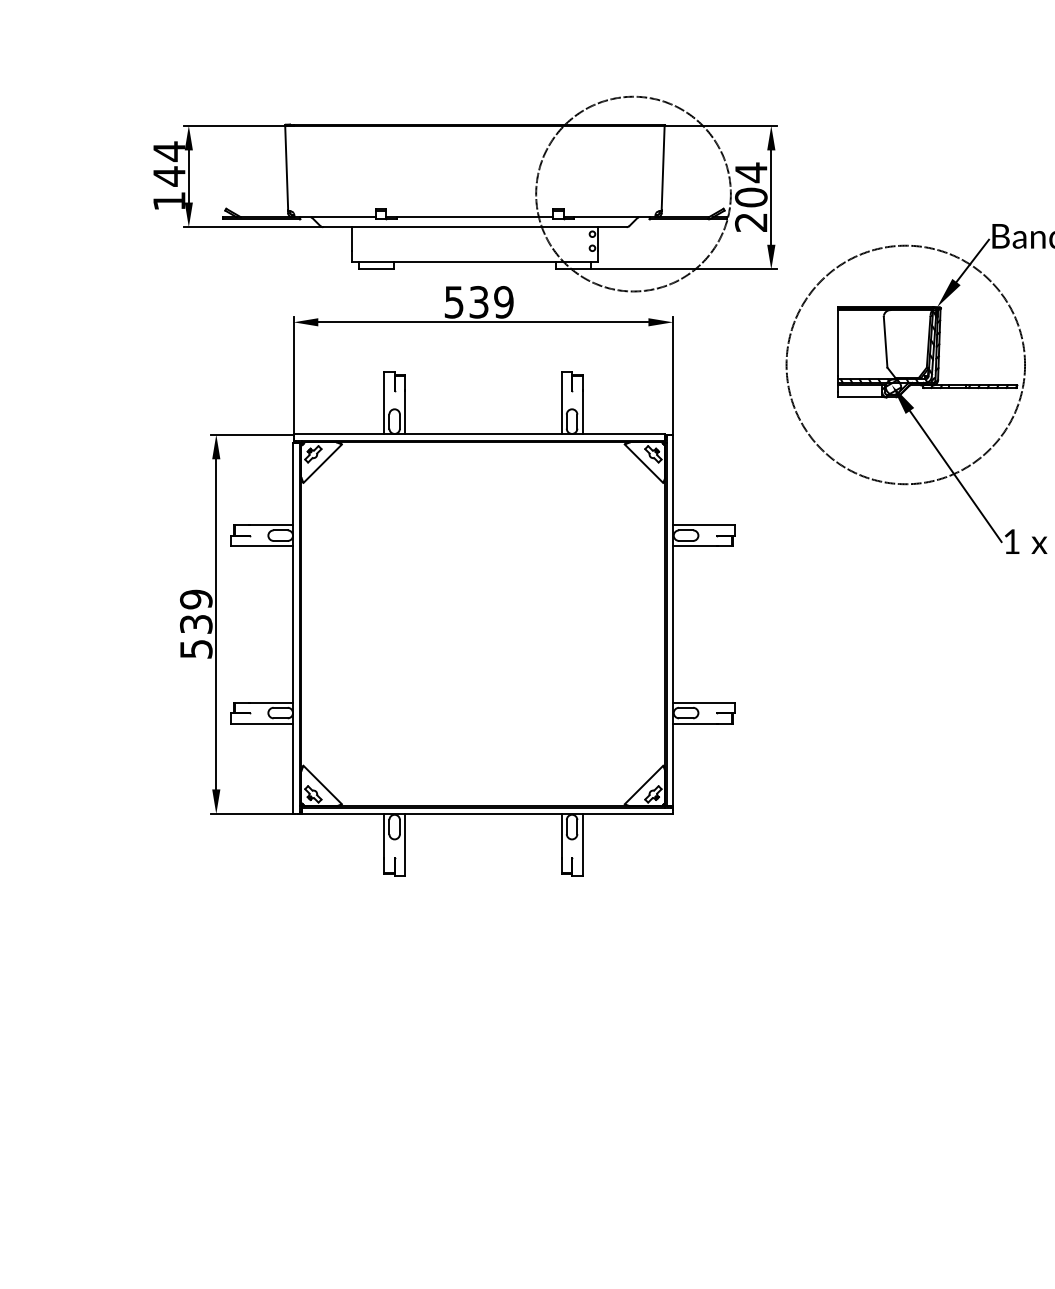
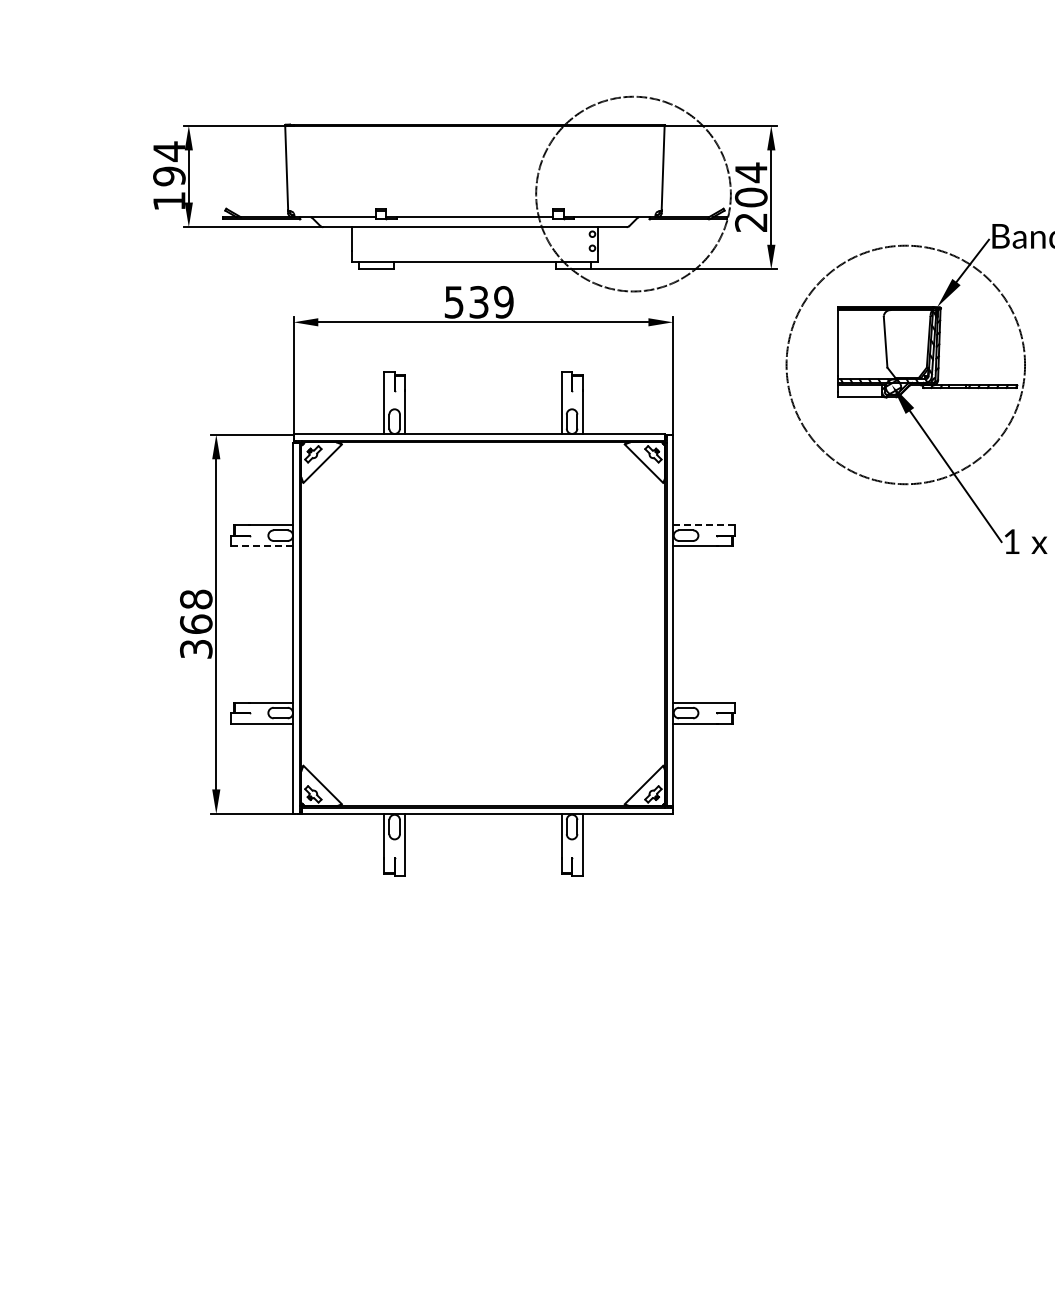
text at (169, 176): 144 -> 194
line at (704, 525): solid -> dashed
line at (262, 546): solid -> dashed
text at (196, 623): 539 -> 368
